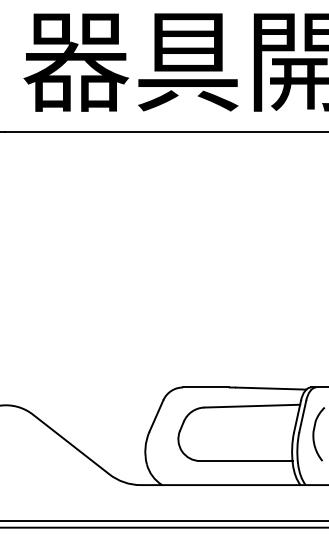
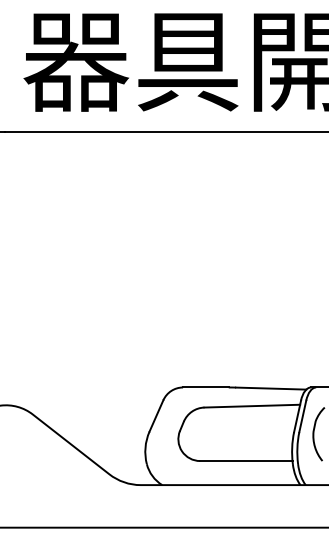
line at (163, 521): present -> none
